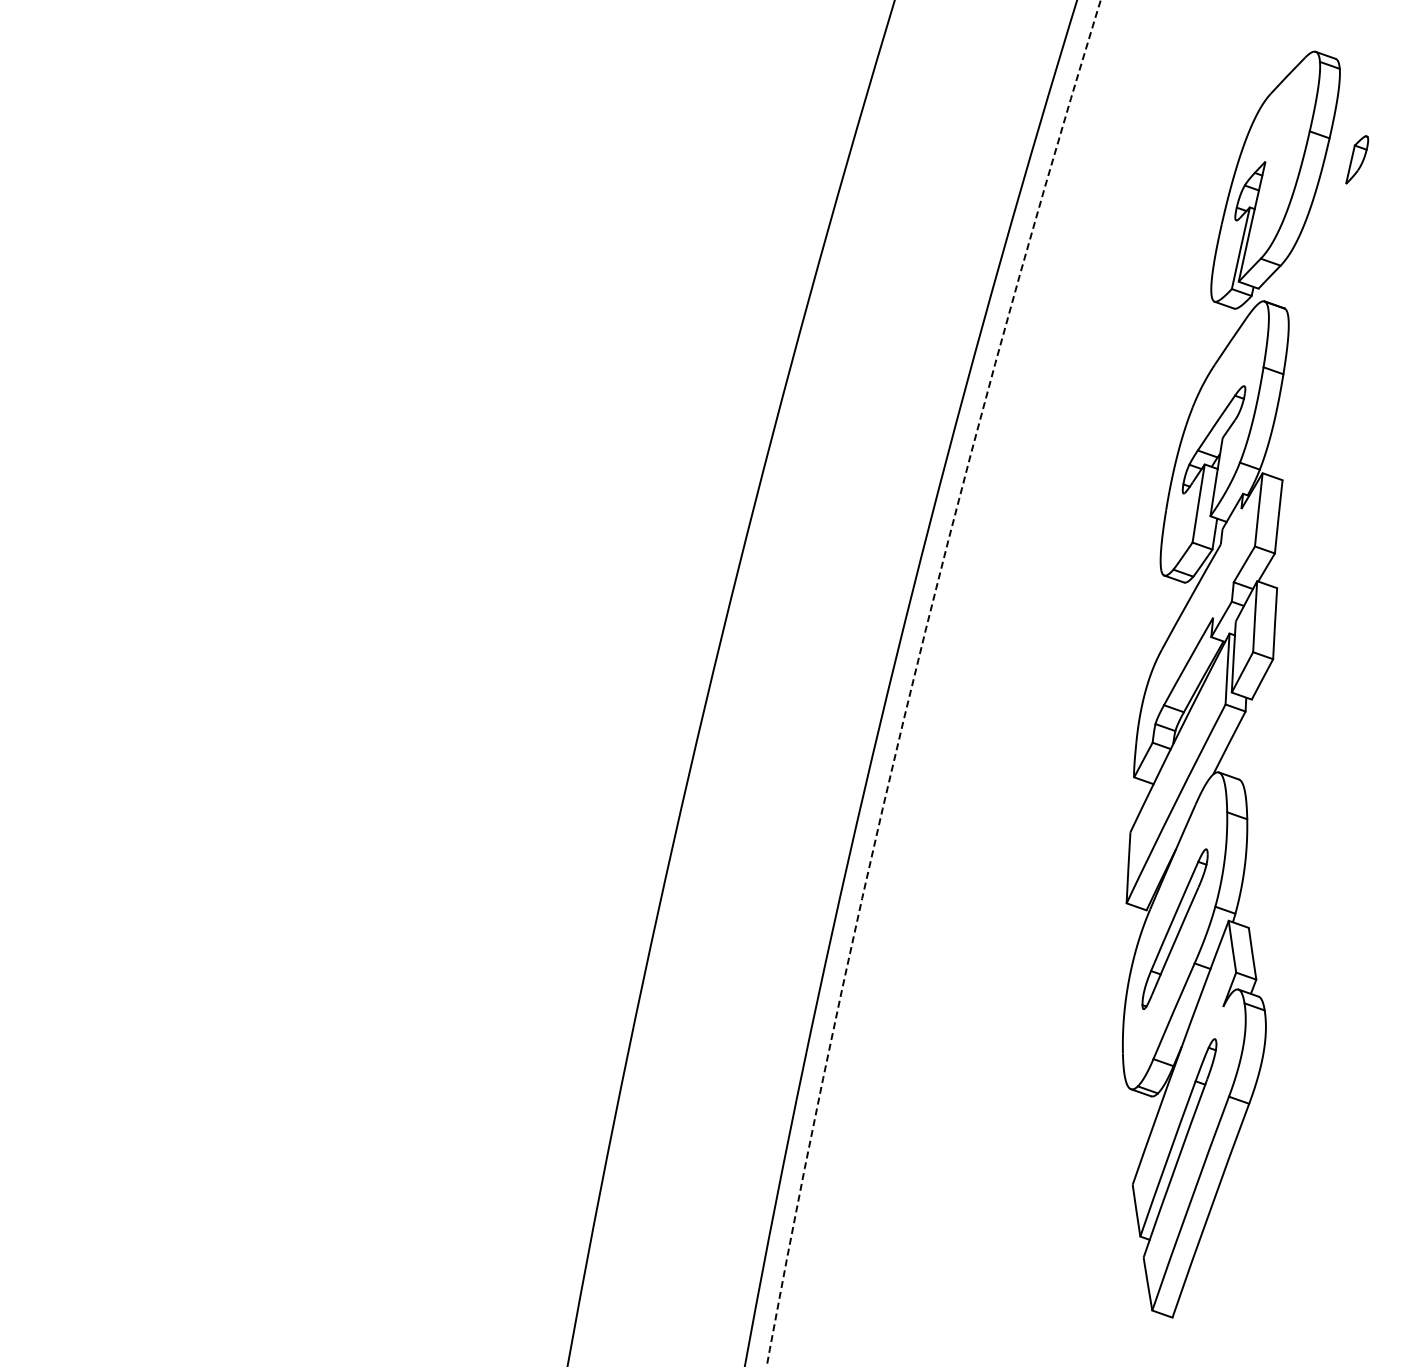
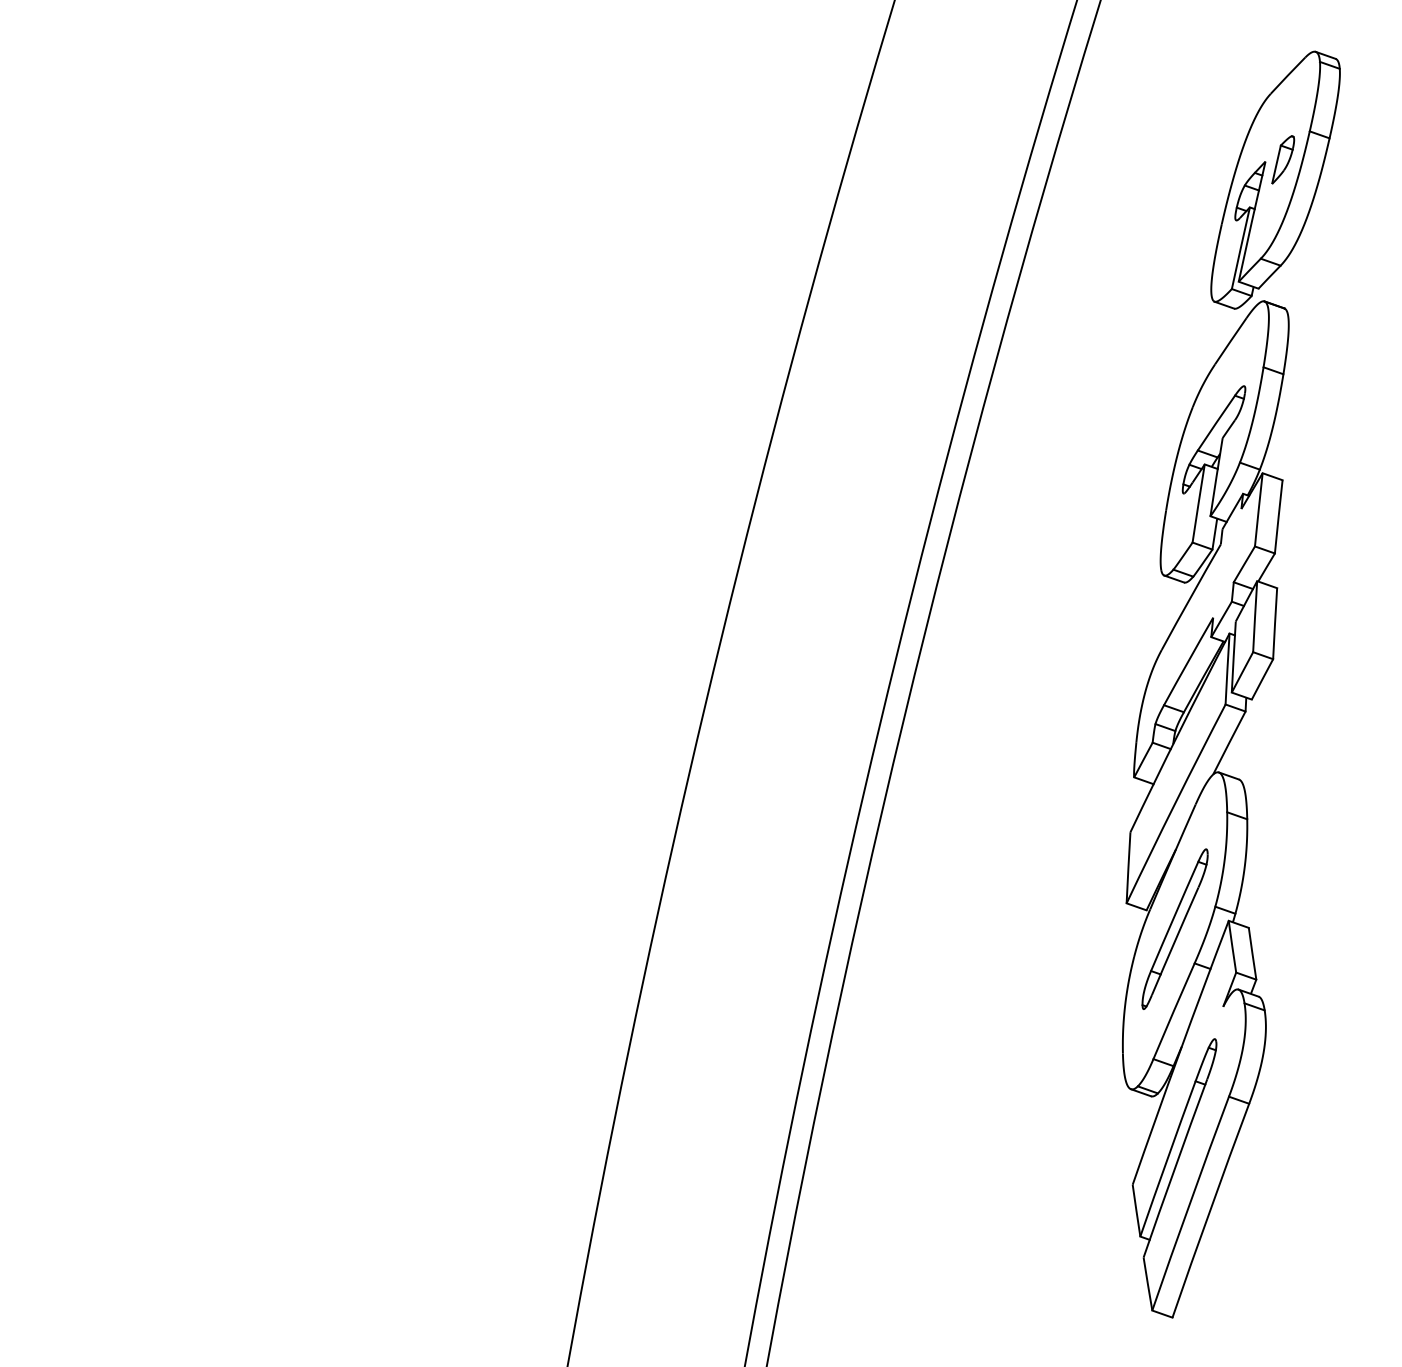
part at (1357, 159) position: (1357, 159) -> (1283, 159)
arc at (913, 679): dashed -> solid
